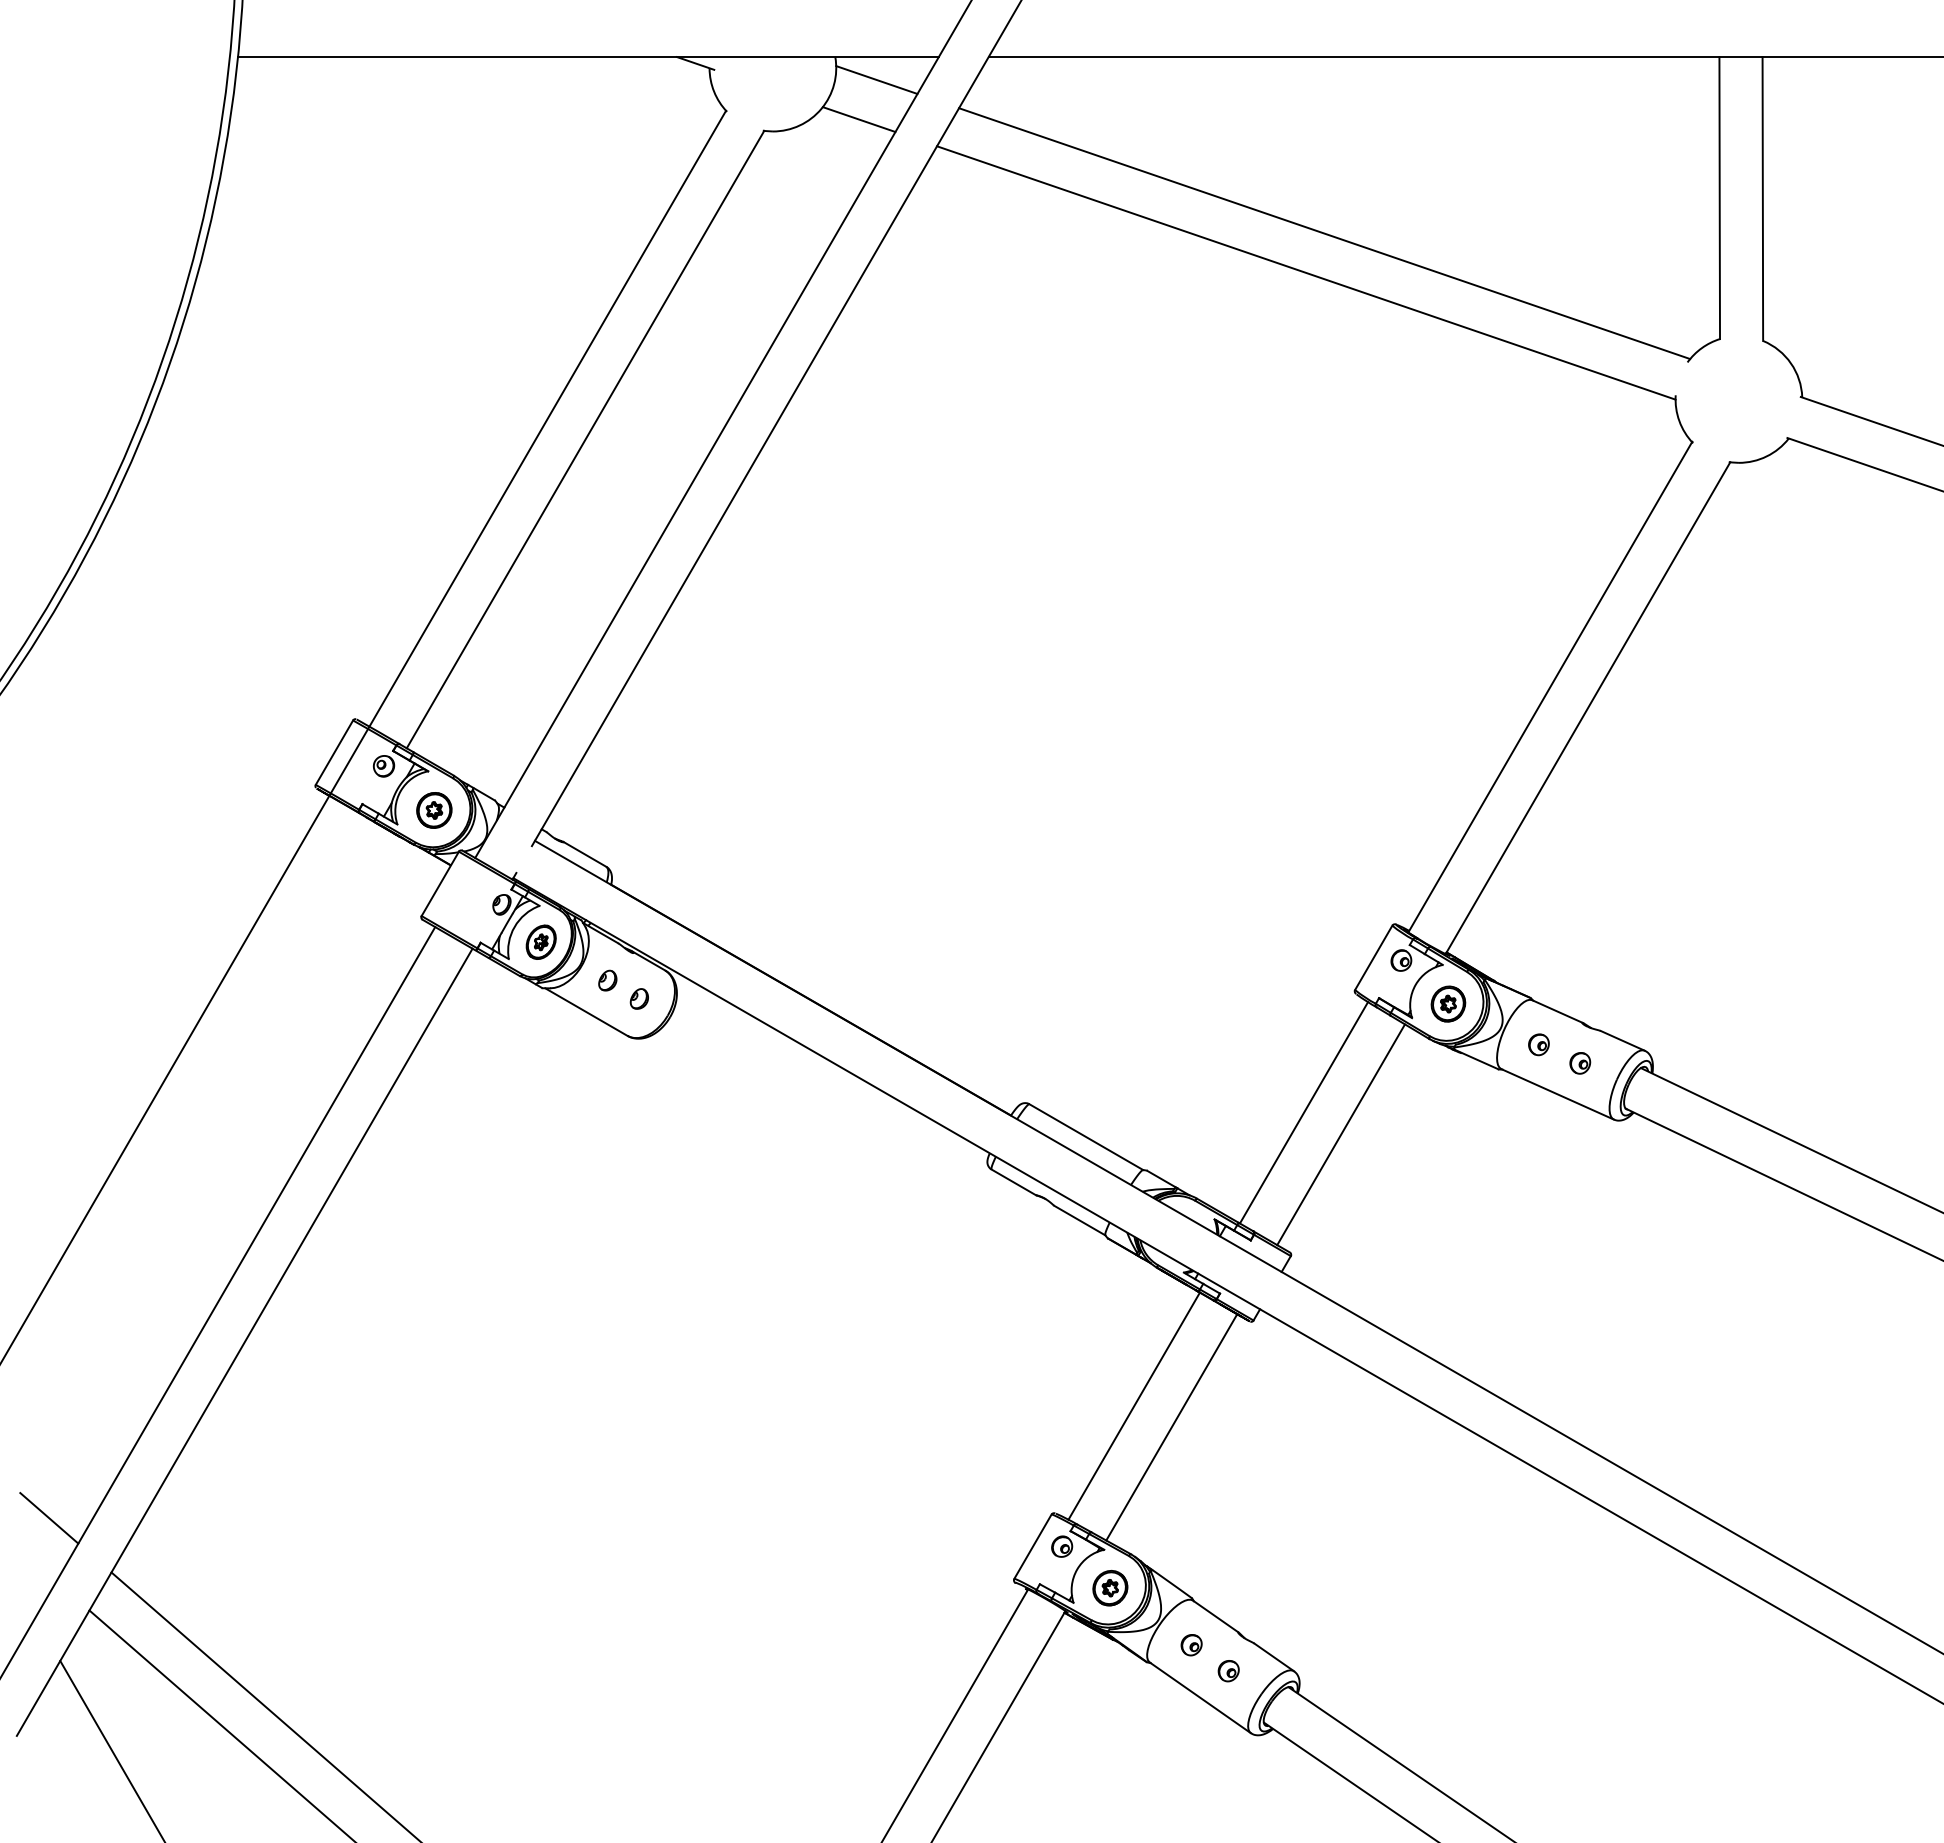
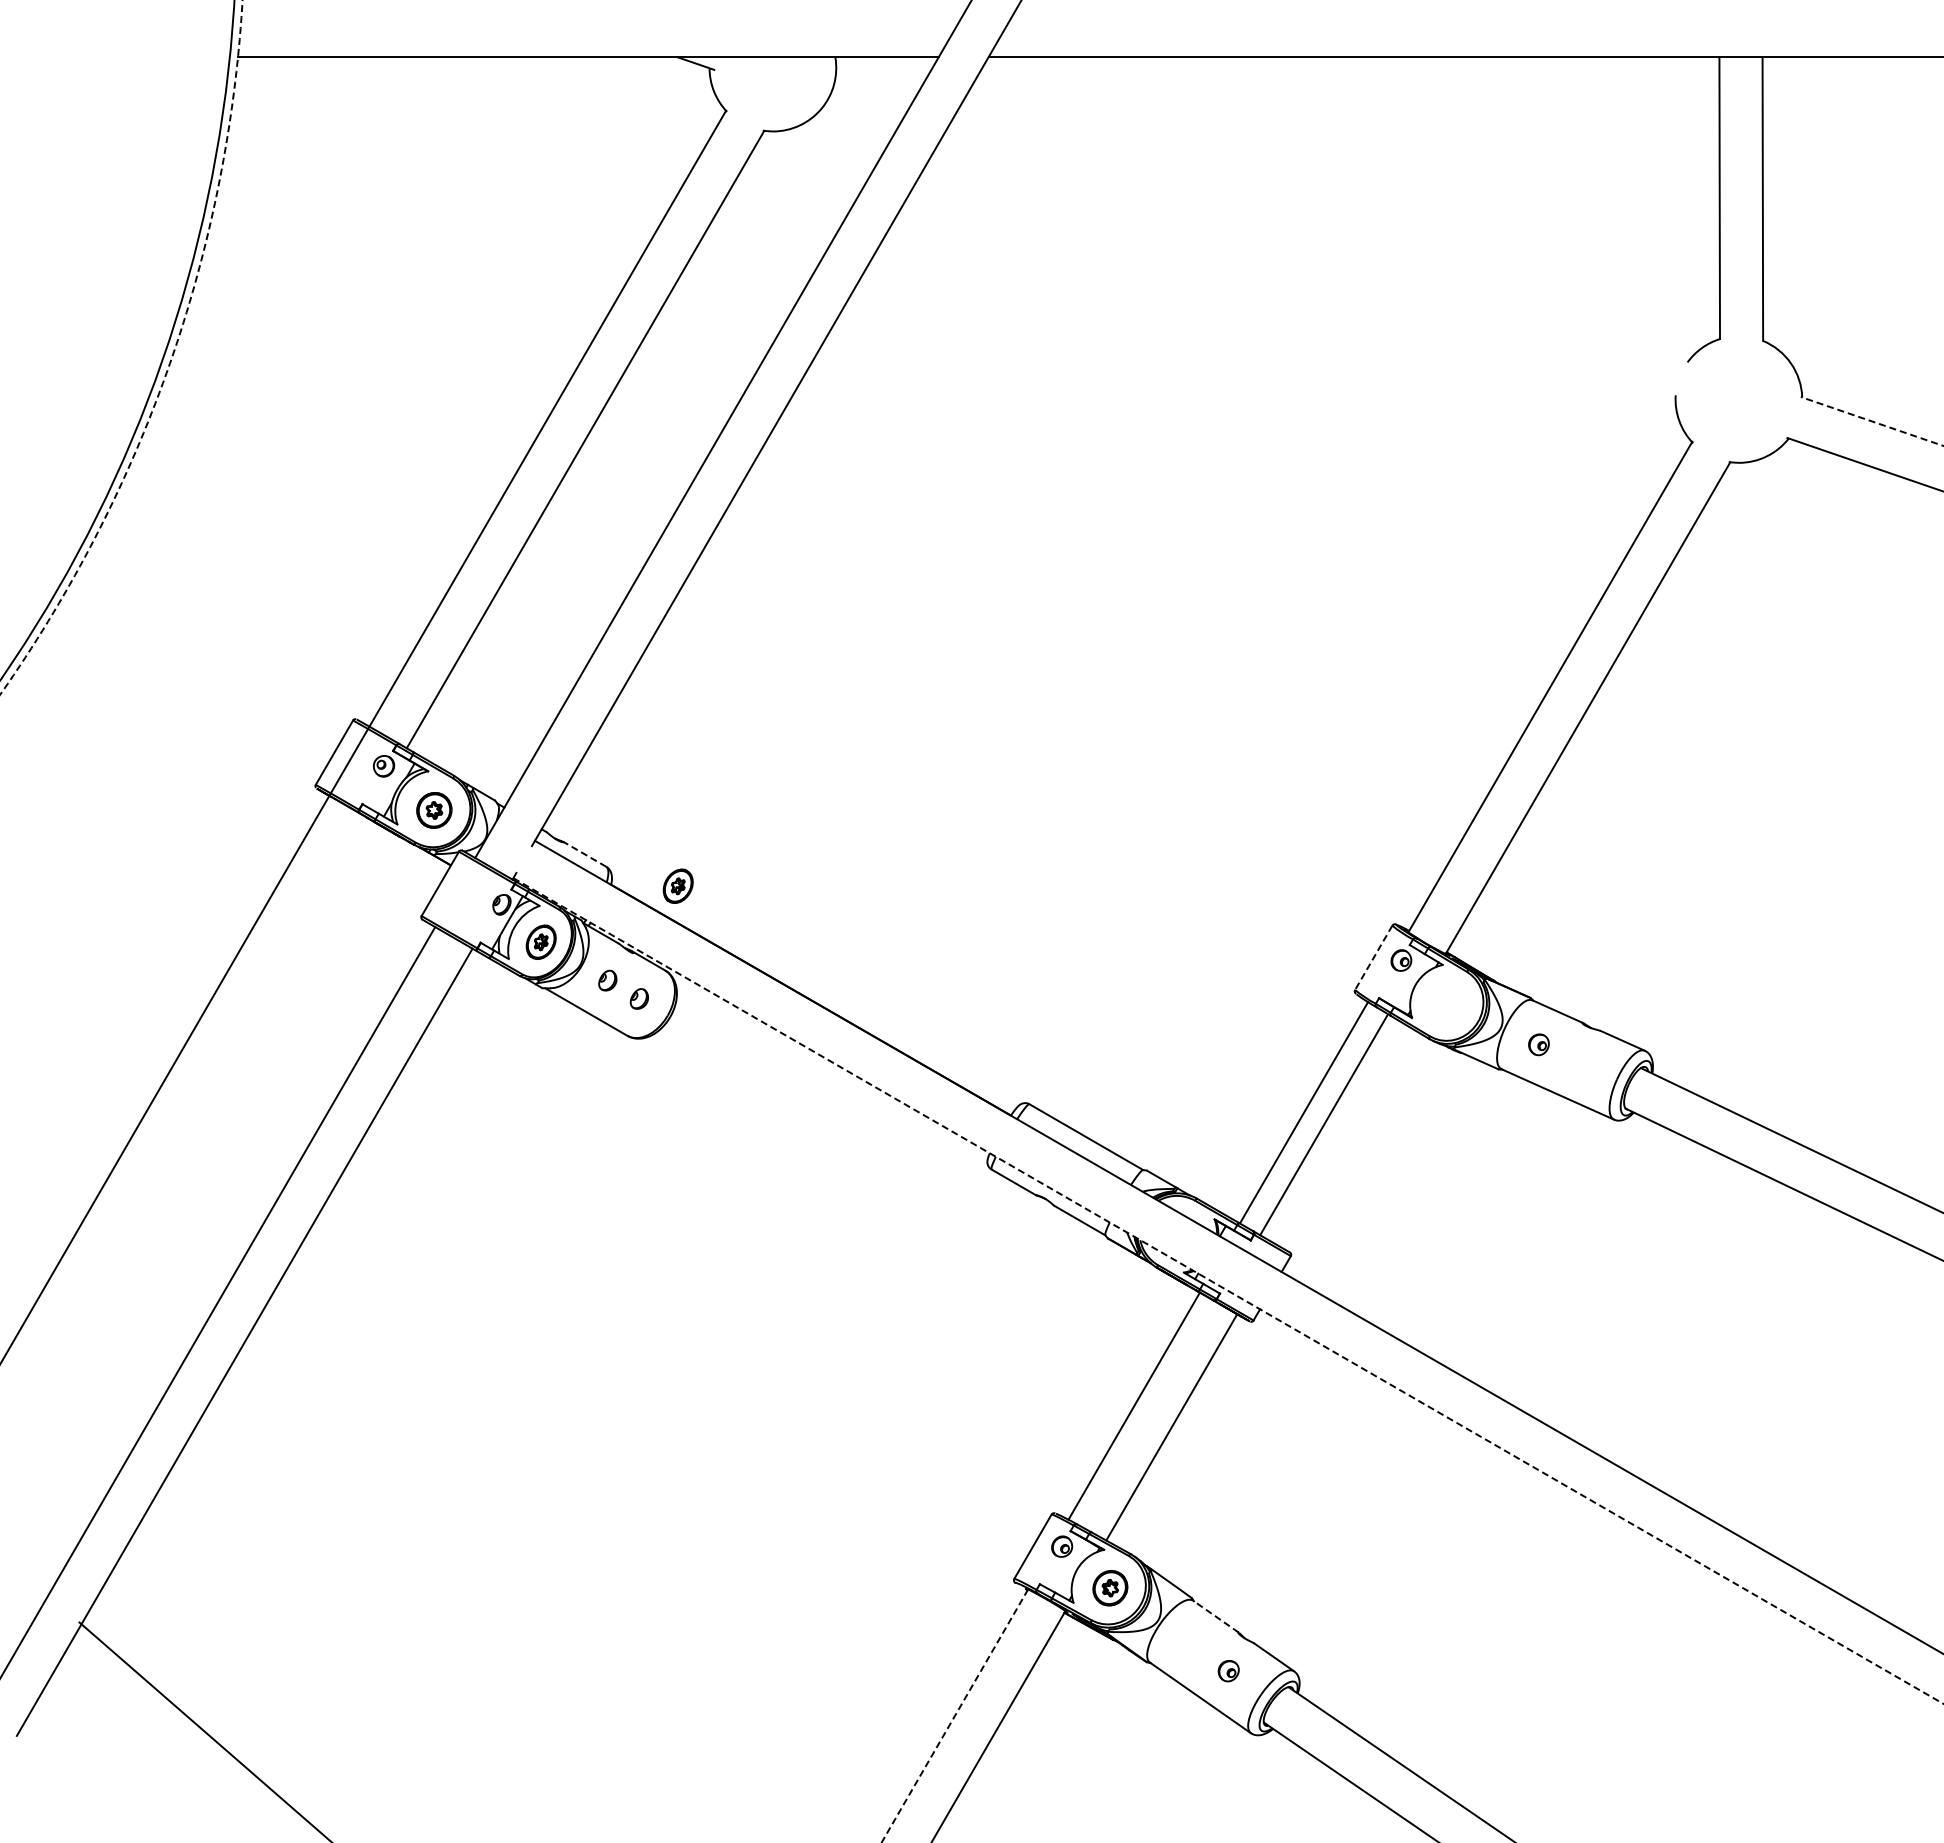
line at (876, 79): present -> none
line at (858, 119): present -> none
line at (1324, 233): present -> none
line at (1306, 272): present -> none
arc at (169, 364): solid -> dashed
line at (1871, 421): solid -> dashed
line at (584, 854): solid -> dashed
part at (677, 885): none -> present
line at (1373, 958): solid -> dashed
part at (1448, 1003): present -> none
part at (1580, 1063): present -> none
line at (1340, 1134) position: (1340, 1134) -> (1323, 1124)
line at (1228, 1291): solid -> dashed
line at (49, 1518): present -> none
line at (1215, 1616): solid -> dashed
part at (1191, 1645): present -> none
line at (264, 1705): present -> none
line at (954, 1716): solid -> dashed
line at (220, 1724) position: (220, 1724) -> (203, 1730)
line at (111, 1749): present -> none
